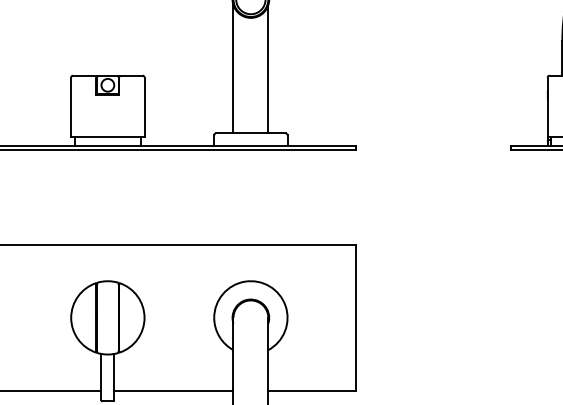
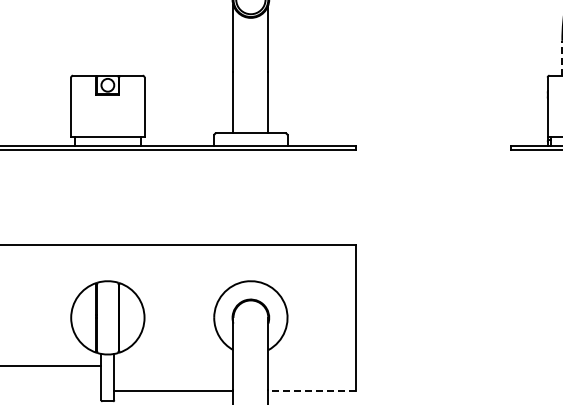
line at (562, 57): solid -> dashed
line at (51, 391) position: (51, 391) -> (51, 366)
line at (311, 391): solid -> dashed
